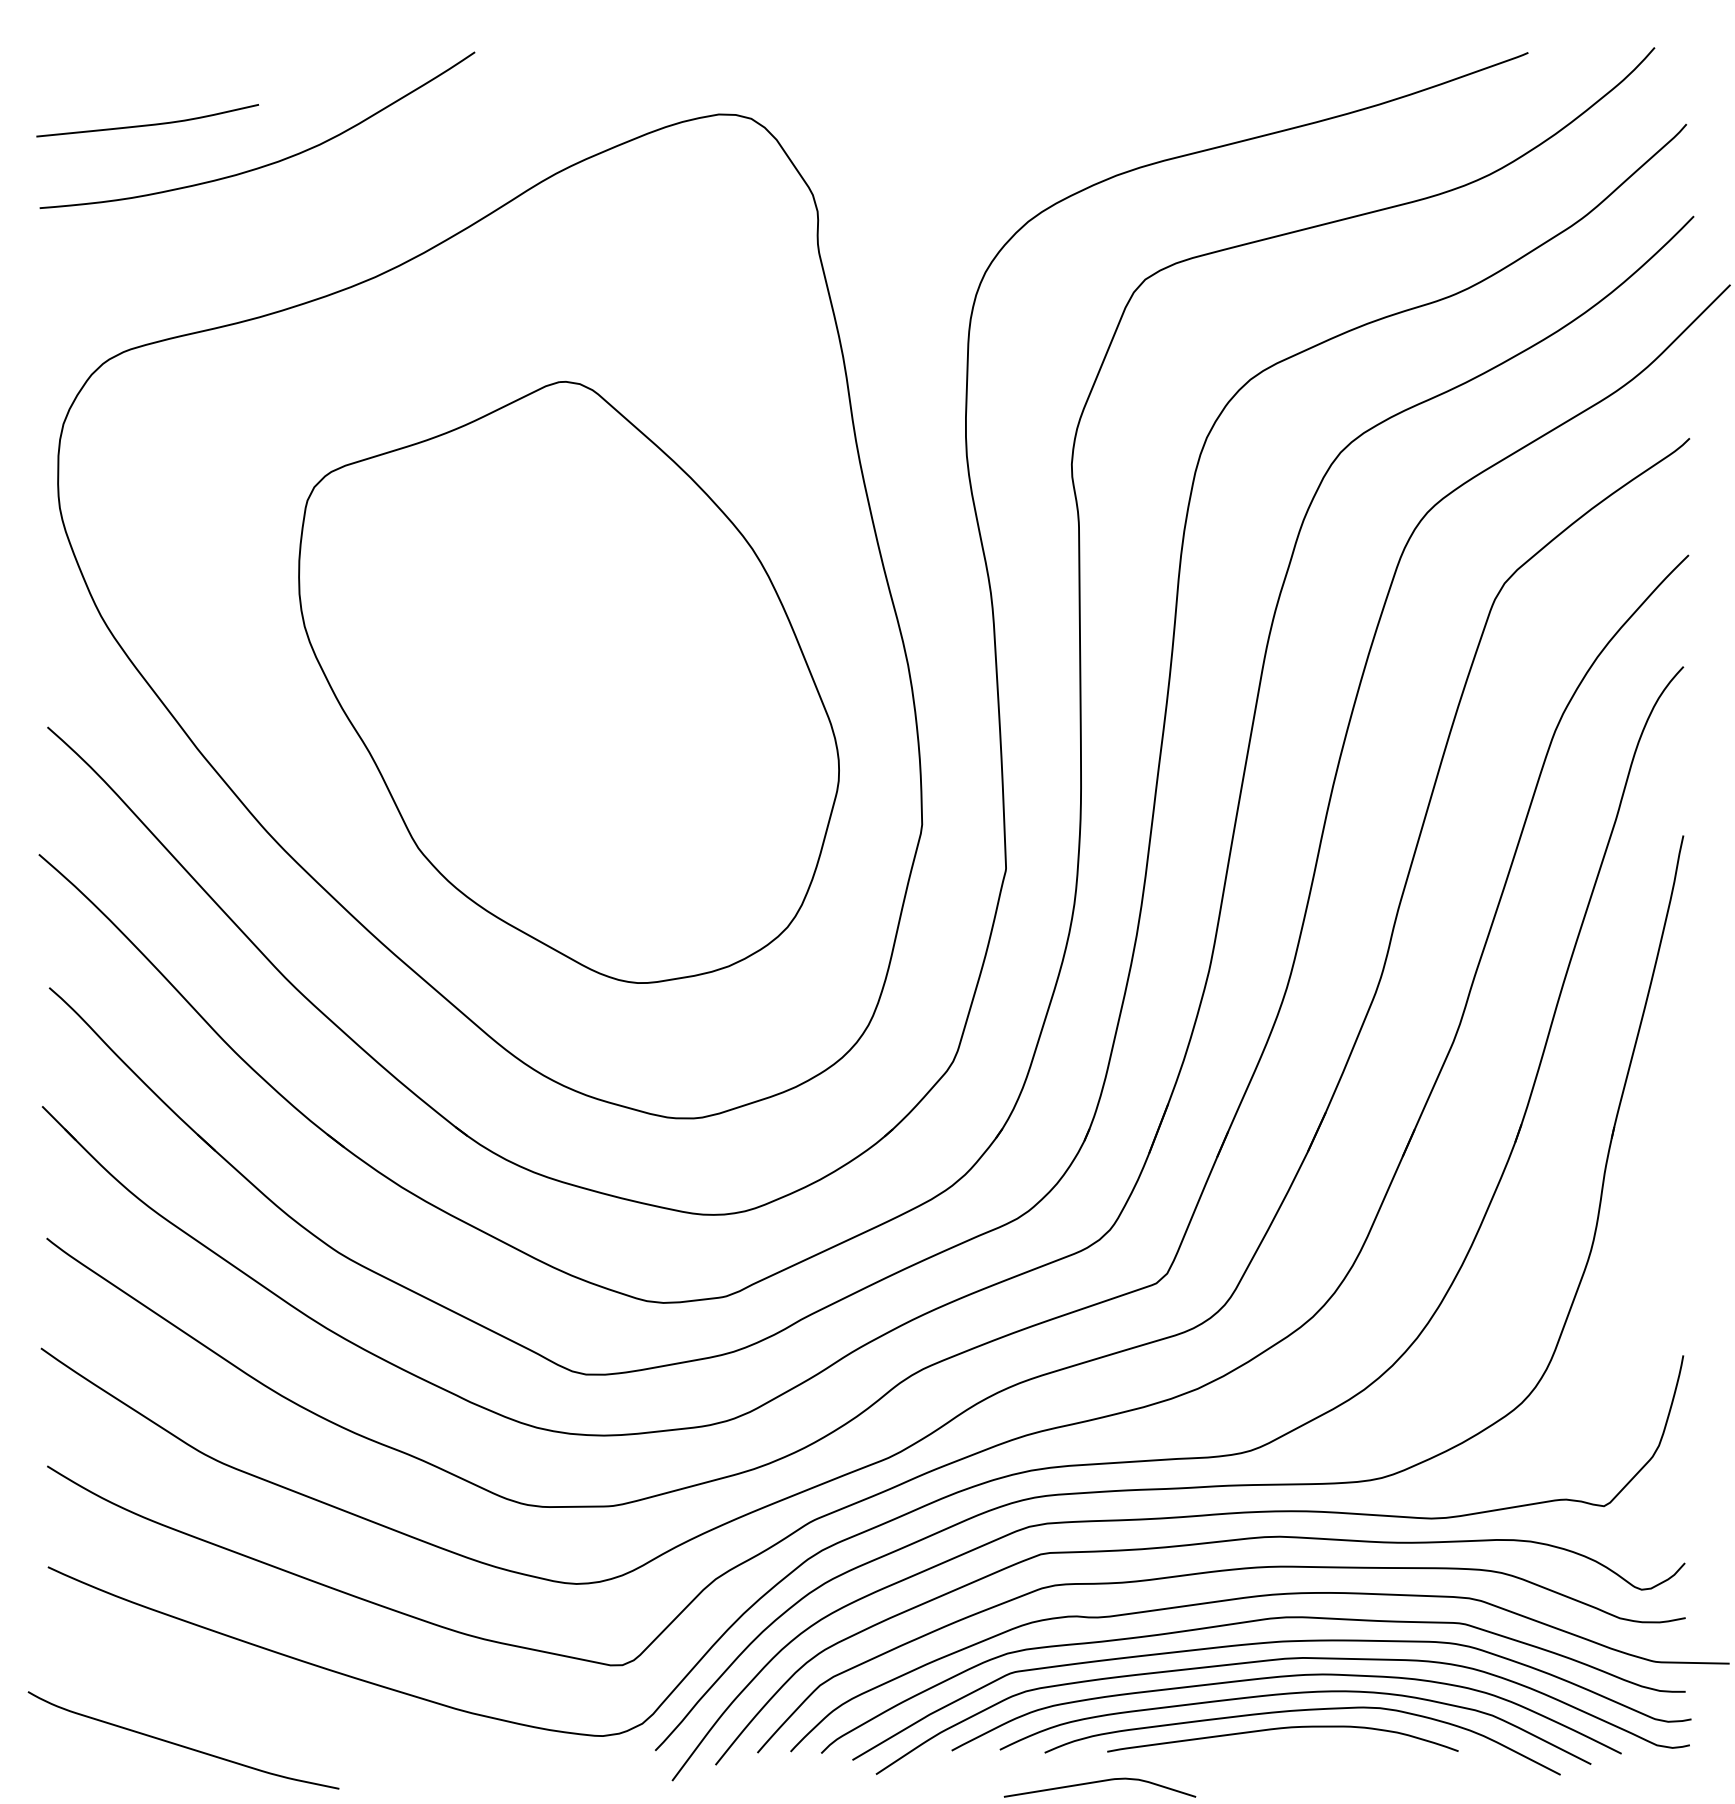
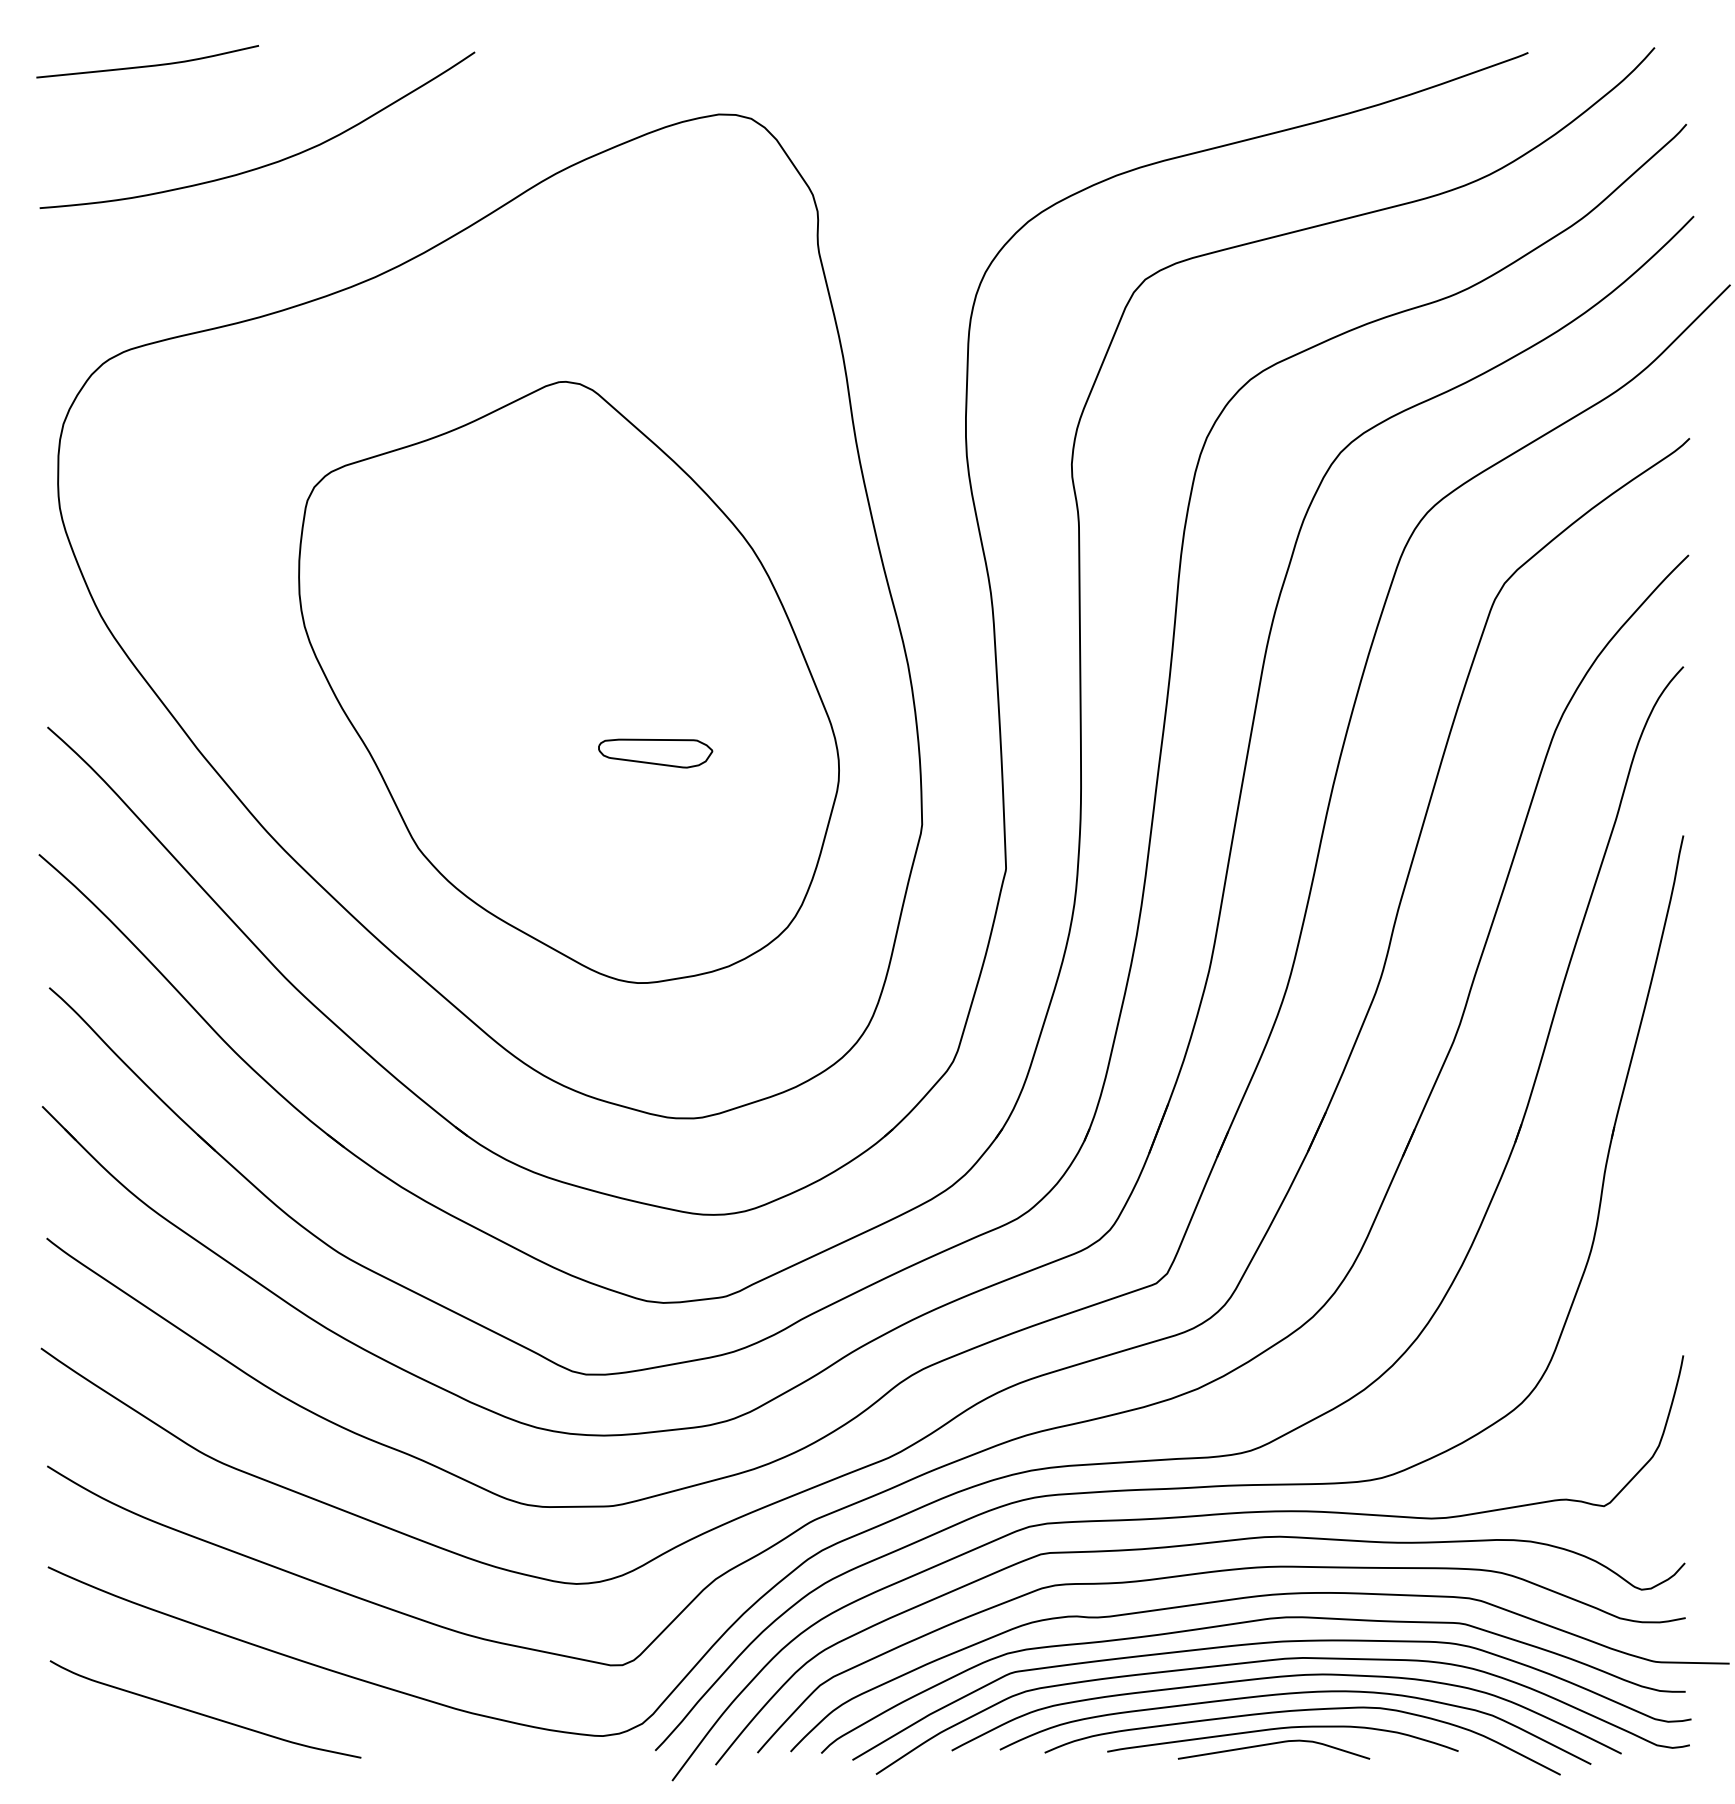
curve at (147, 124) position: (147, 124) -> (147, 65)
part at (655, 753): none -> present
curve at (180, 1744) position: (180, 1744) -> (202, 1713)
curve at (1099, 1782) position: (1099, 1782) -> (1273, 1744)
